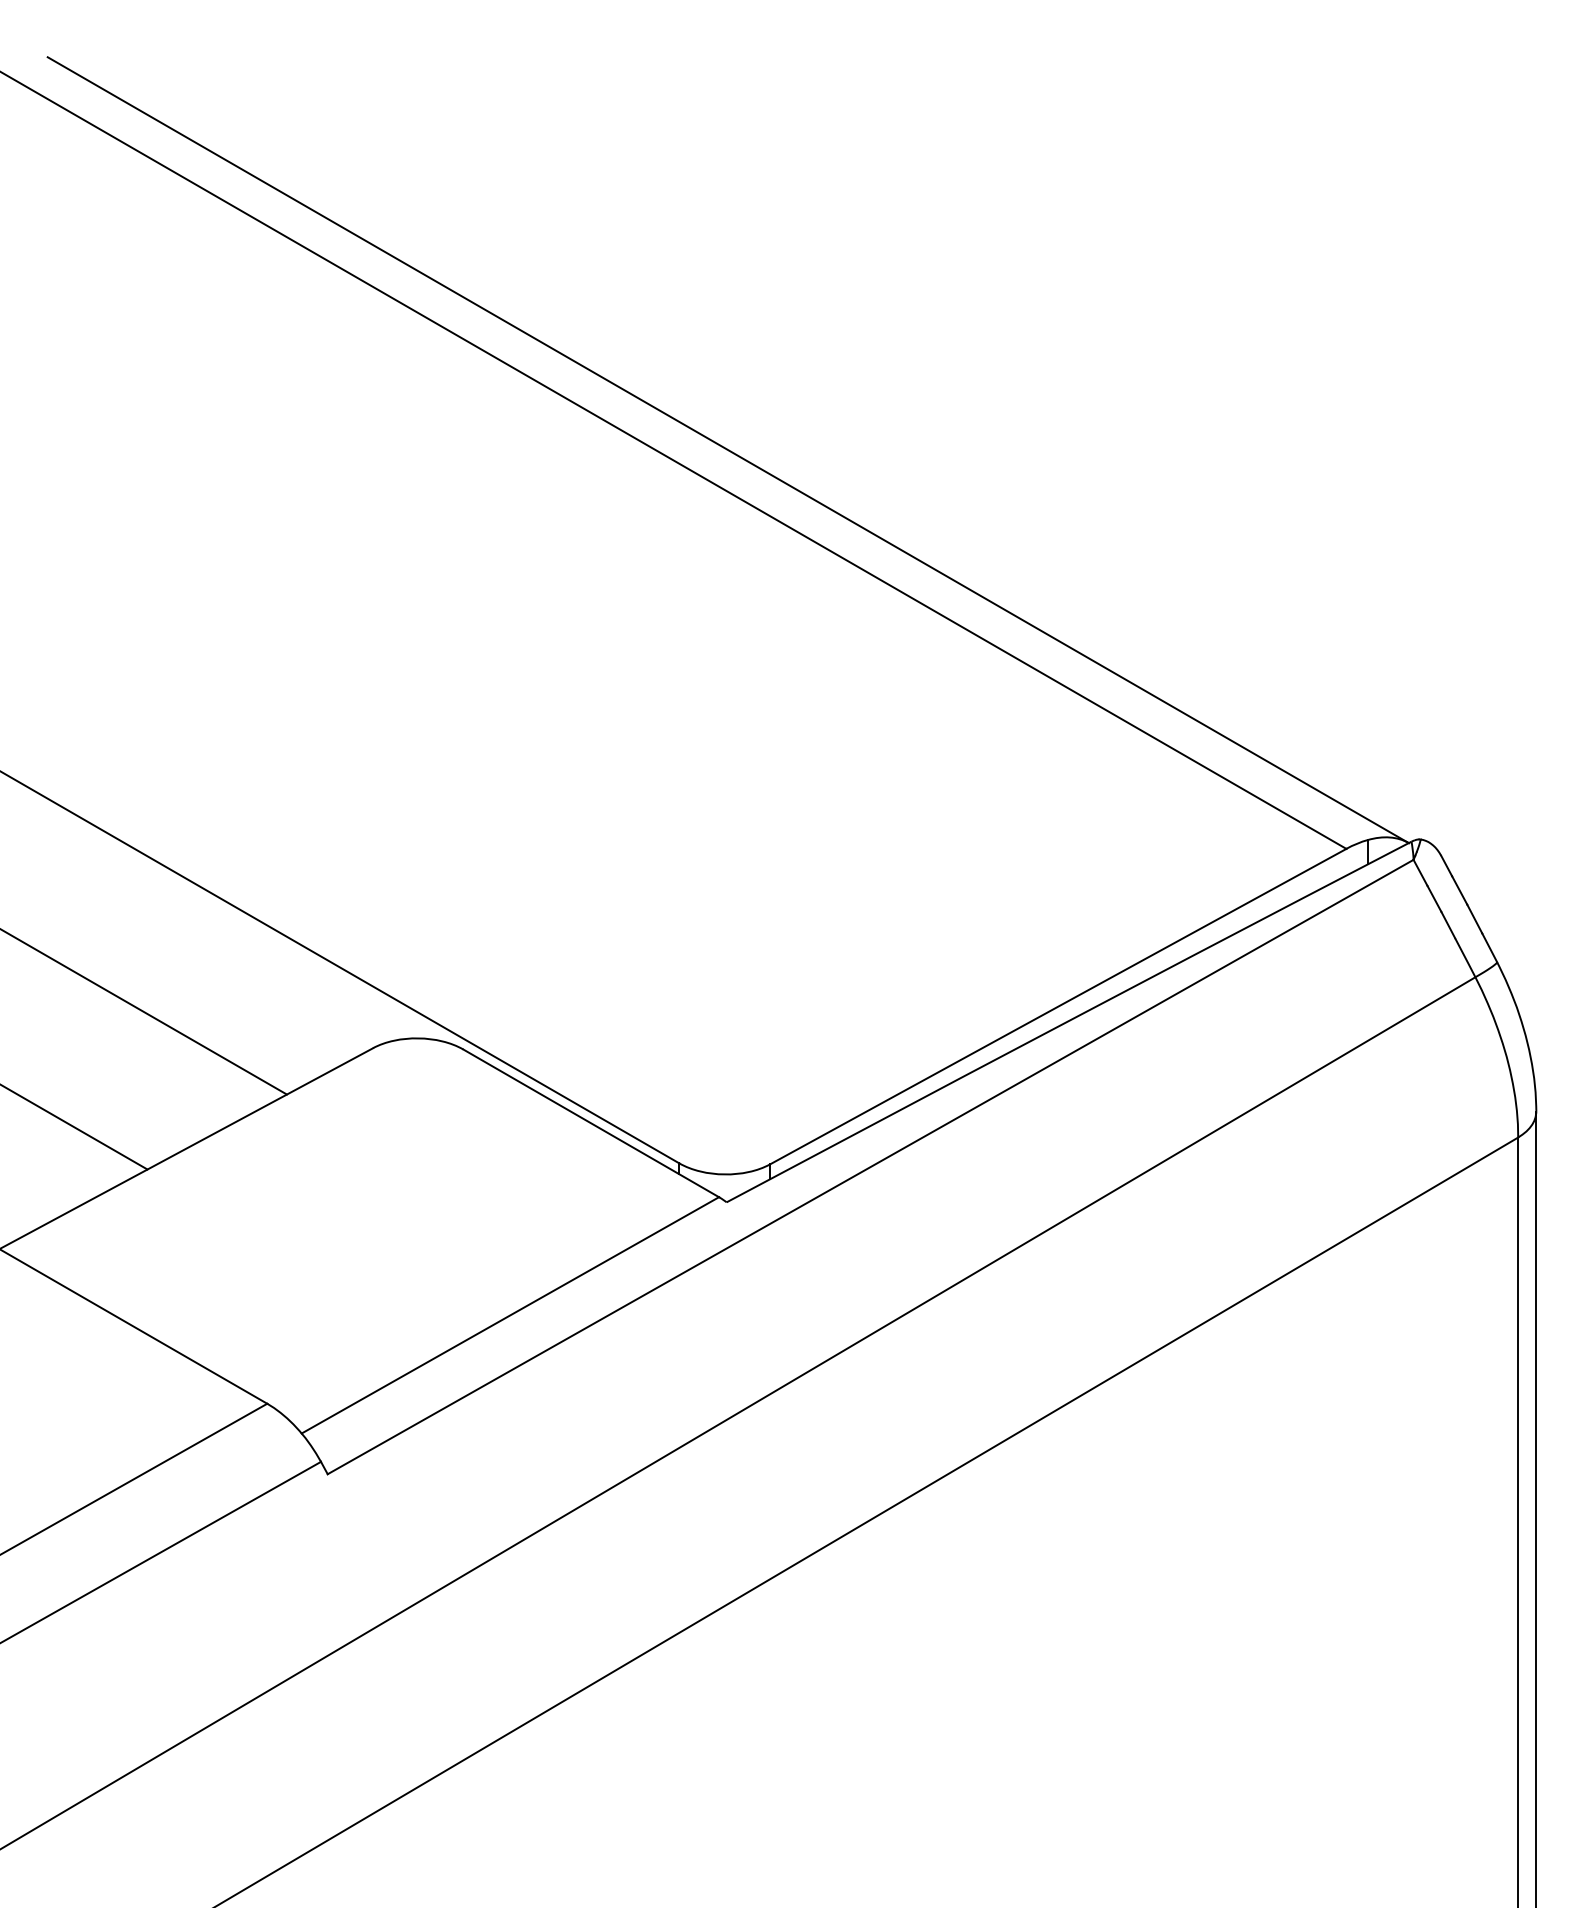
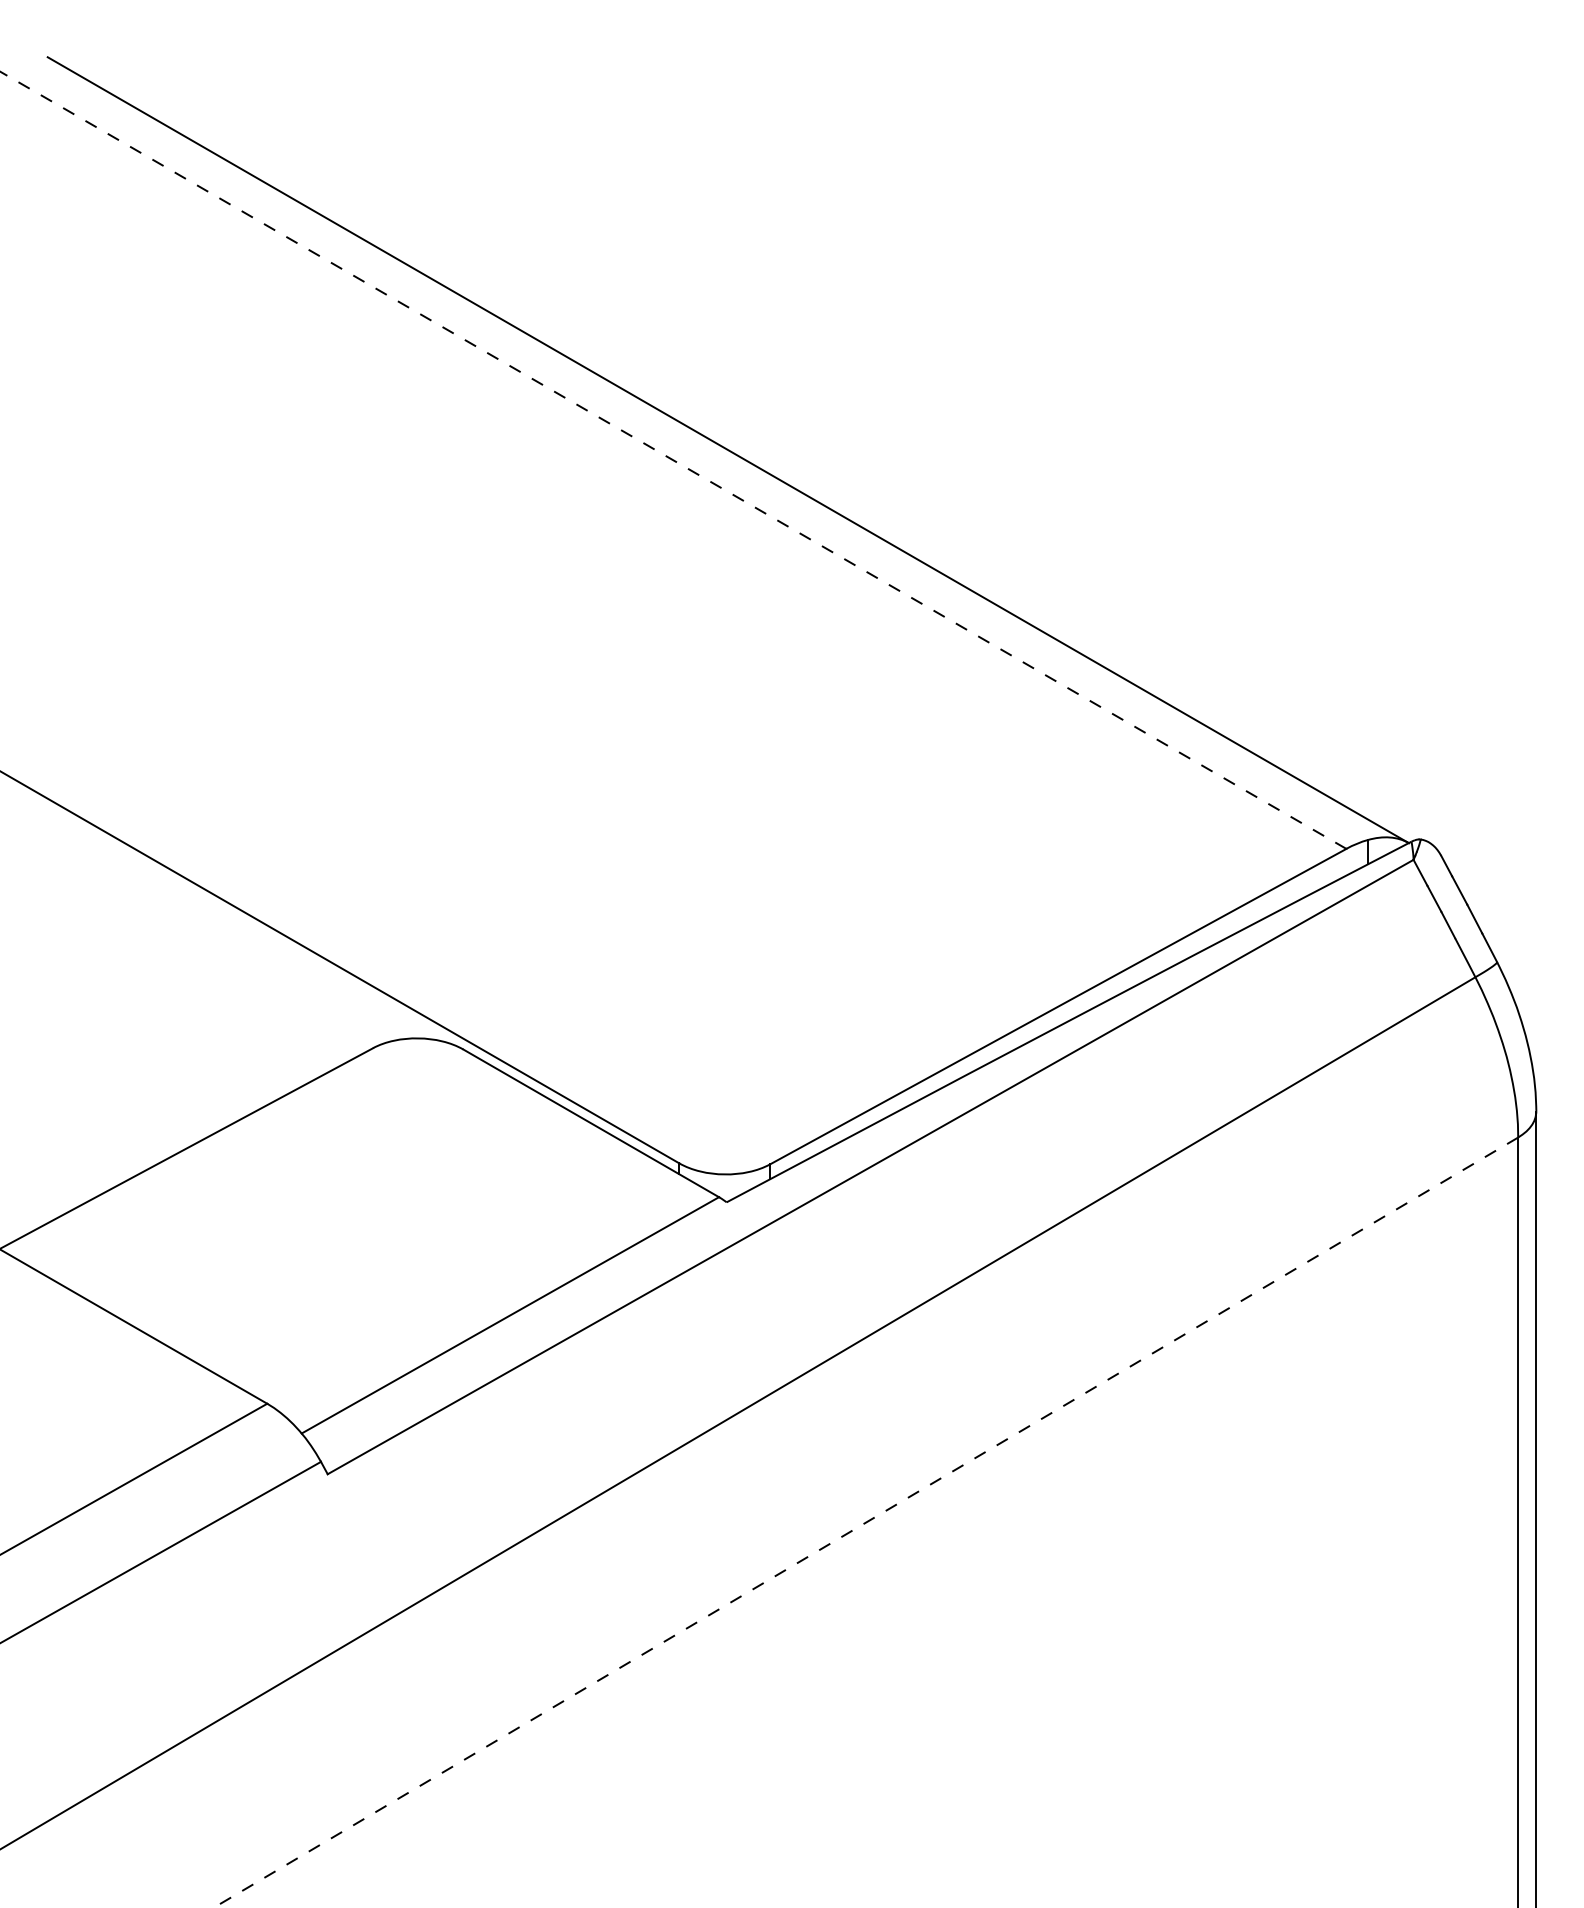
line at (672, 460): solid -> dashed
line at (144, 1012): present -> none
line at (74, 1127): present -> none
line at (865, 1522): solid -> dashed
